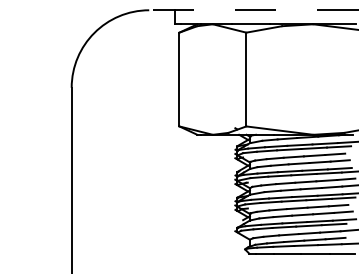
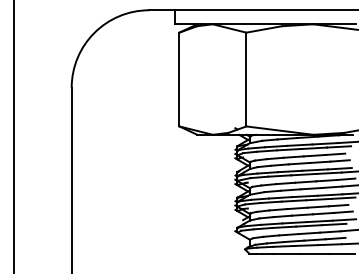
line at (254, 10): dashed -> solid
line at (13, 136): none -> present
